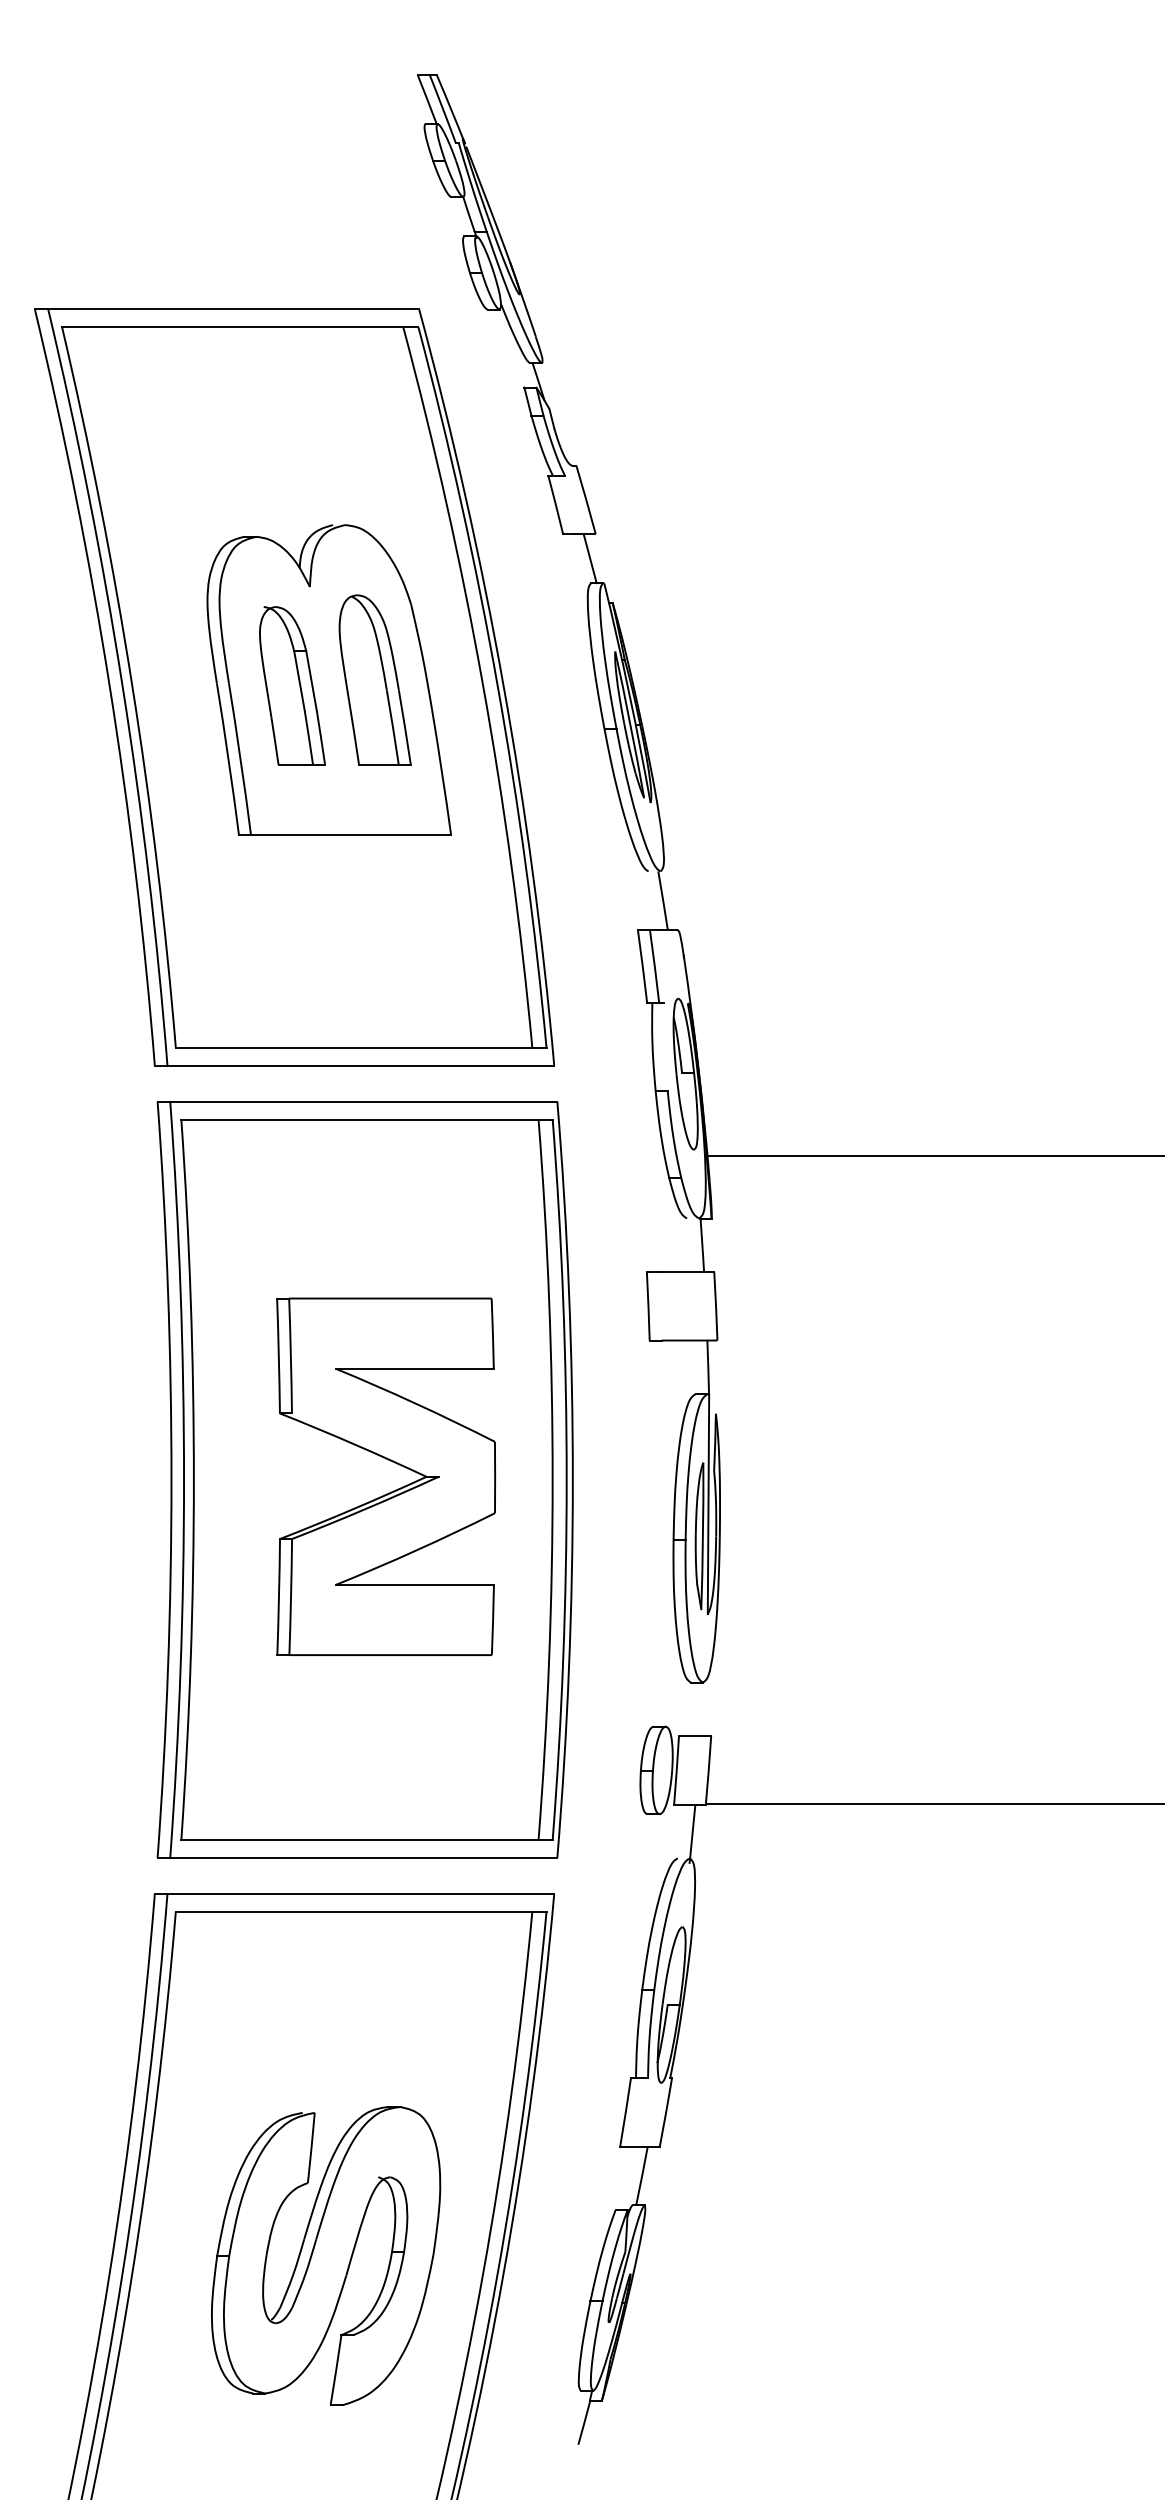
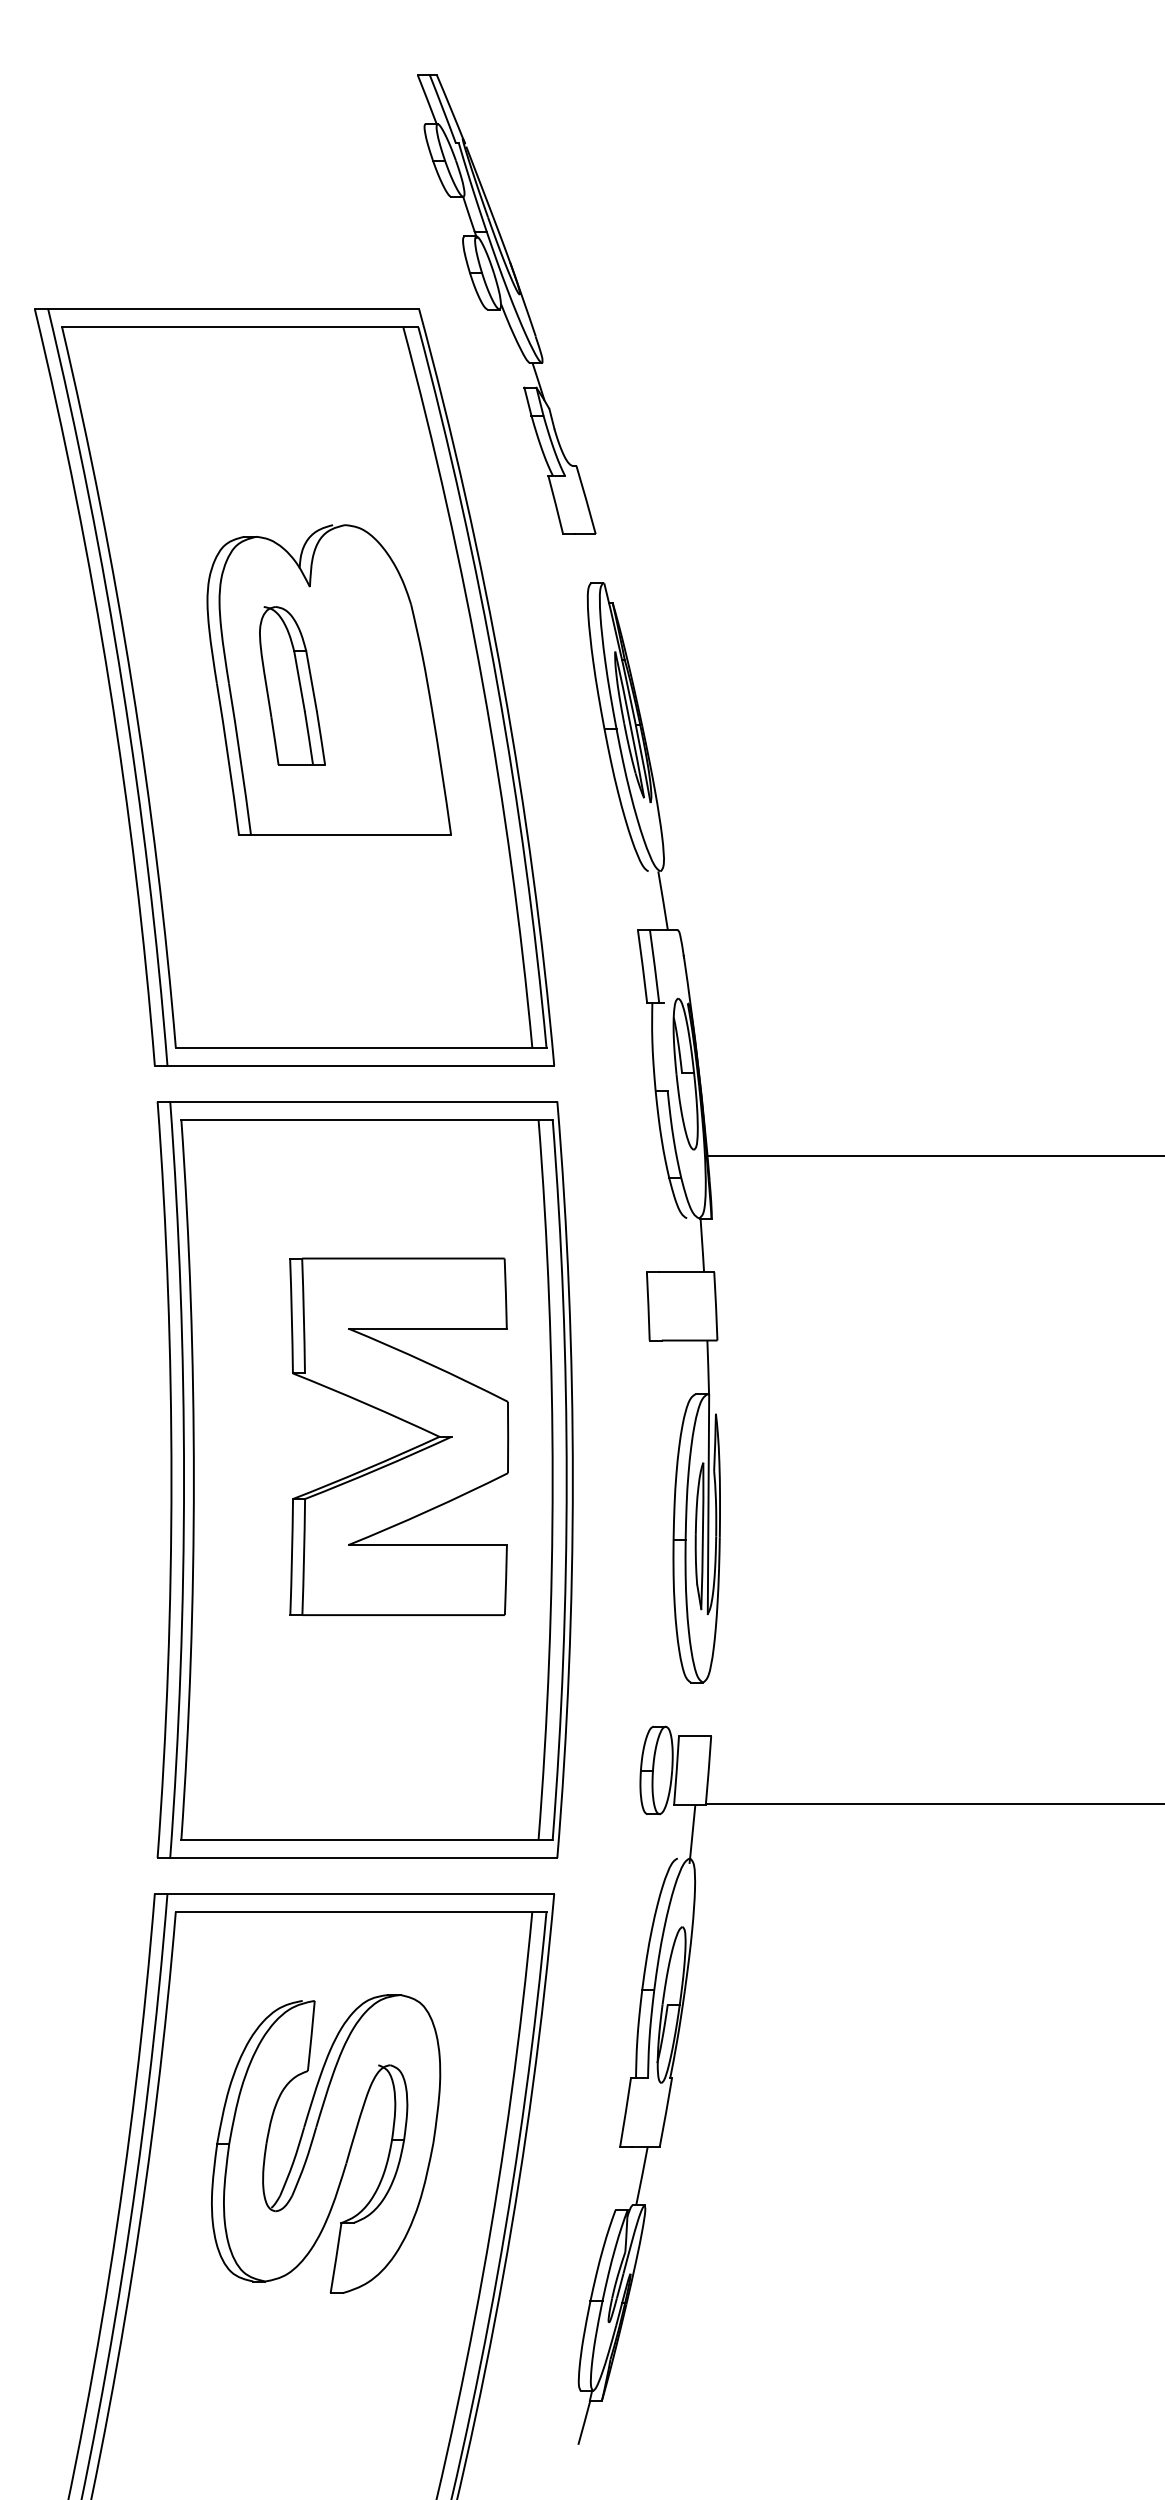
line at (589, 558): present -> none
part at (374, 679): present -> none
part at (392, 1462) position: (392, 1462) -> (405, 1422)
part at (326, 2255) position: (326, 2255) -> (326, 2143)
